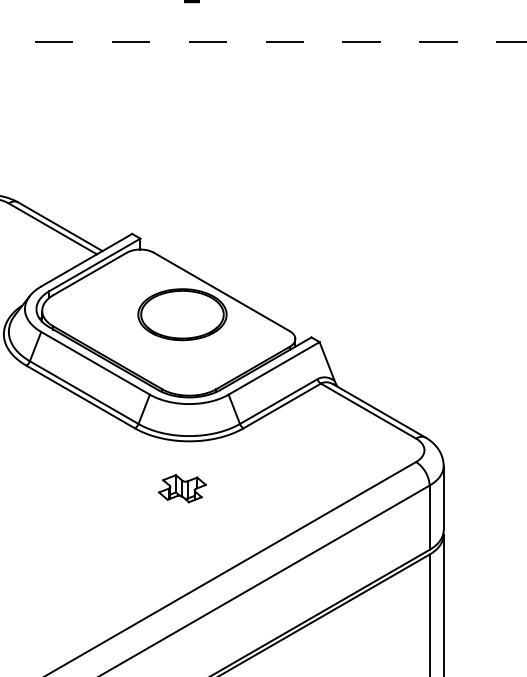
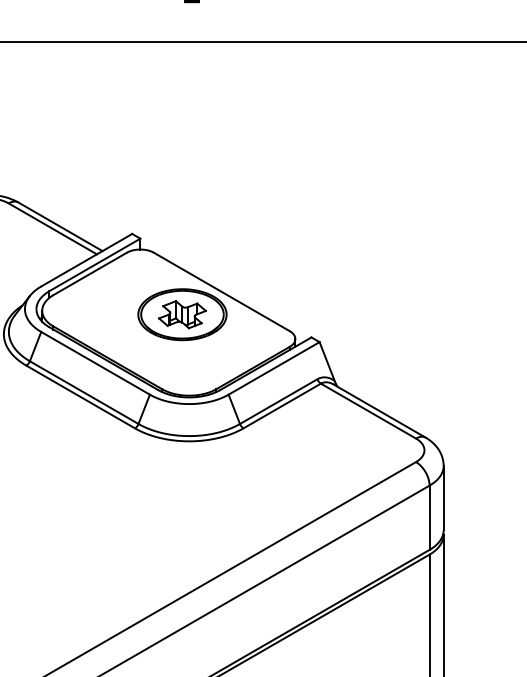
line at (262, 41): dashed -> solid
part at (182, 488) position: (182, 488) -> (182, 314)
